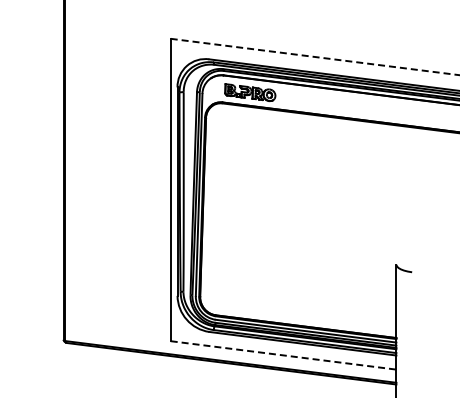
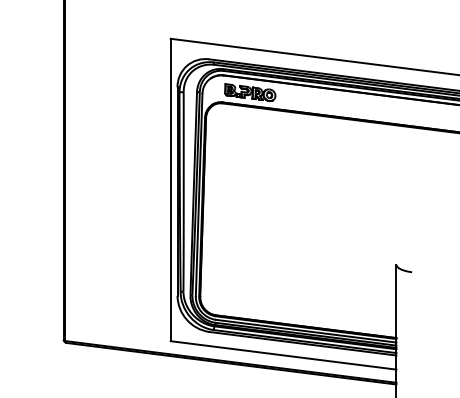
line at (315, 57): dashed -> solid
line at (283, 355): dashed -> solid
